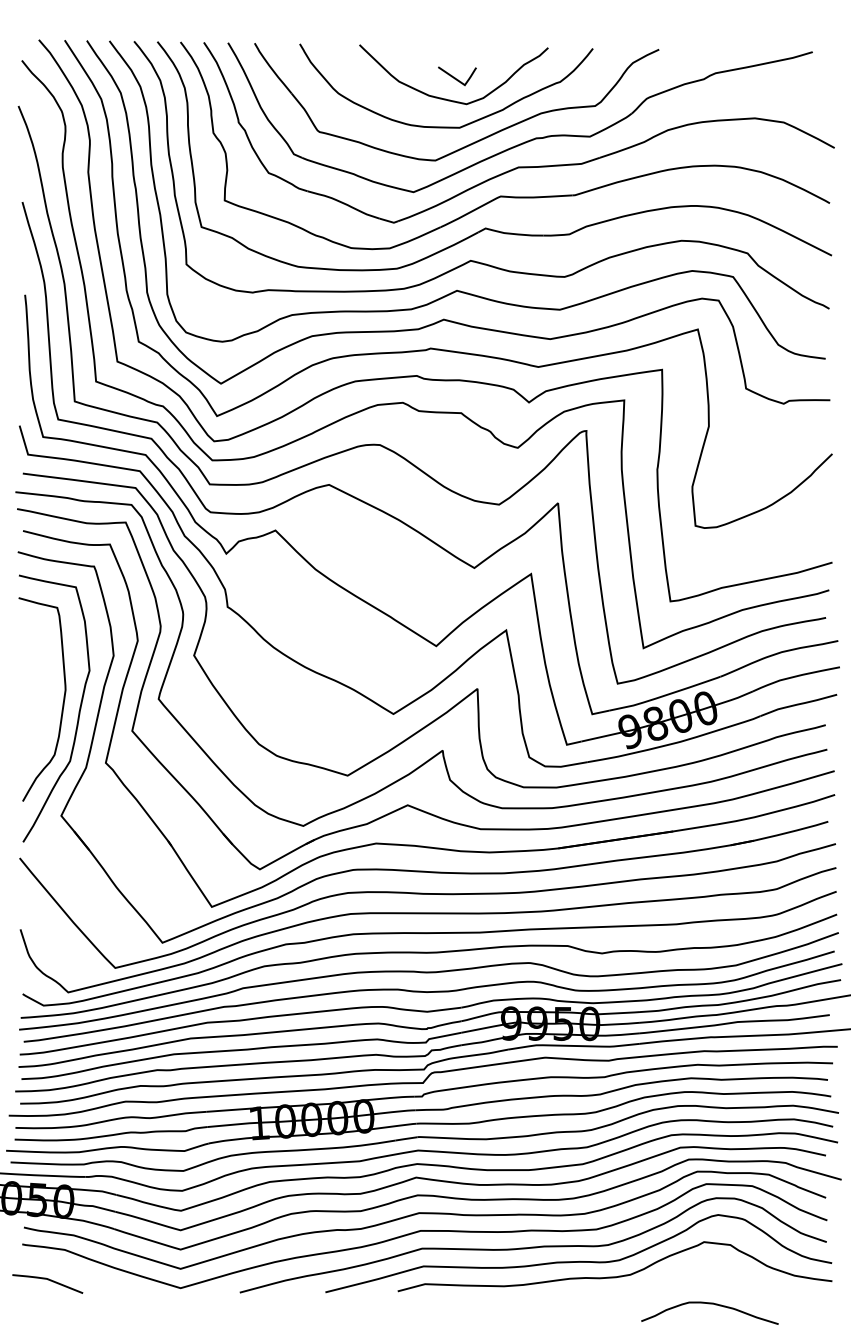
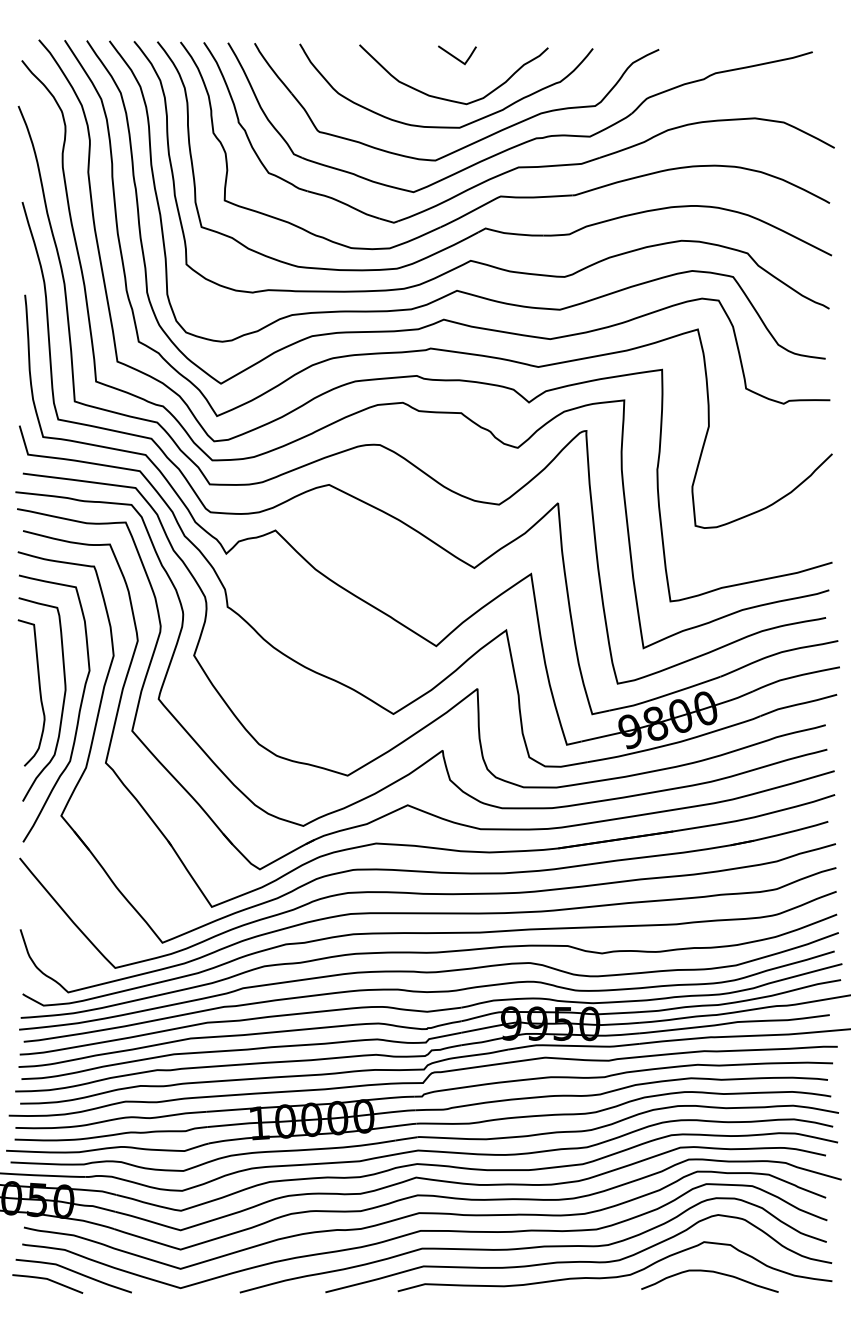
curve at (455, 77) position: (455, 77) -> (455, 56)
curve at (39, 692): none -> present
curve at (75, 1273): none -> present
curve at (709, 1304) position: (709, 1304) -> (709, 1272)
